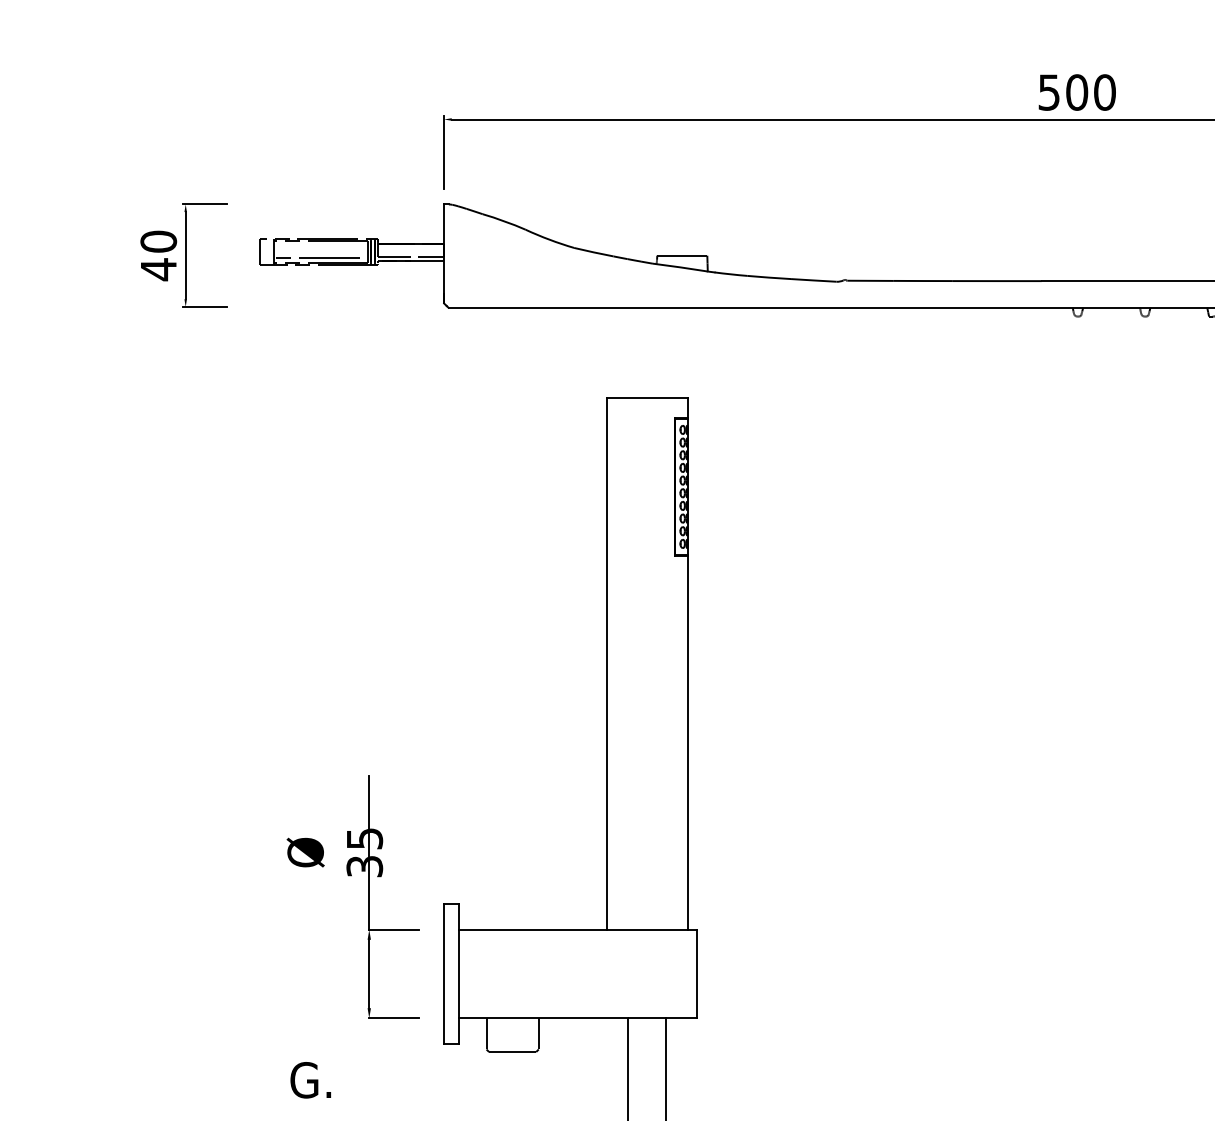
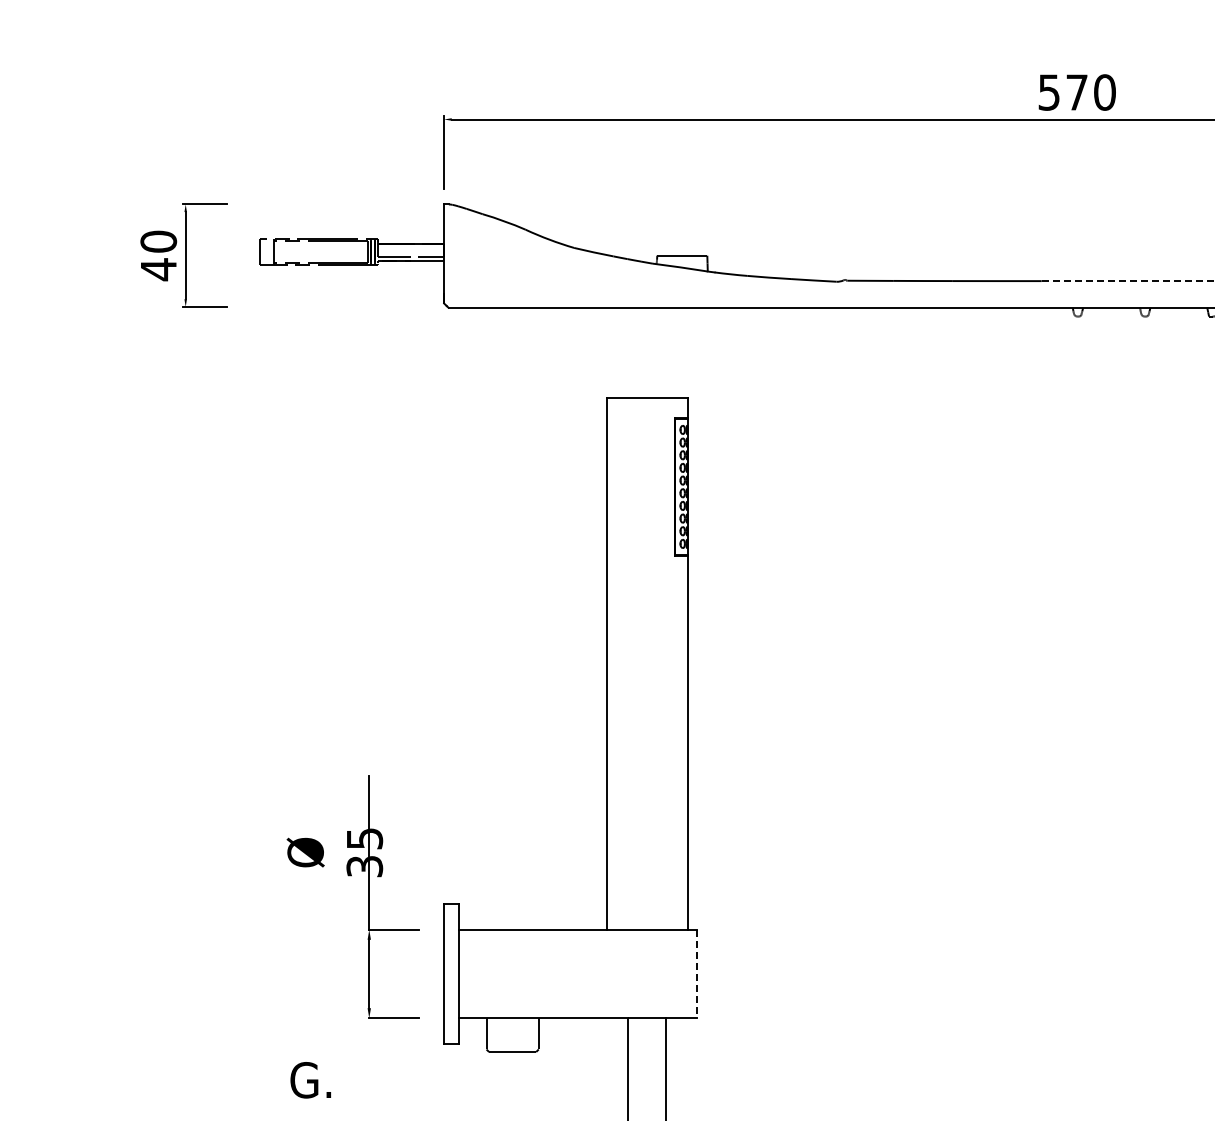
text at (1077, 92): 500 -> 570
line at (316, 258): present -> none
line at (1127, 281): solid -> dashed
line at (697, 974): solid -> dashed
